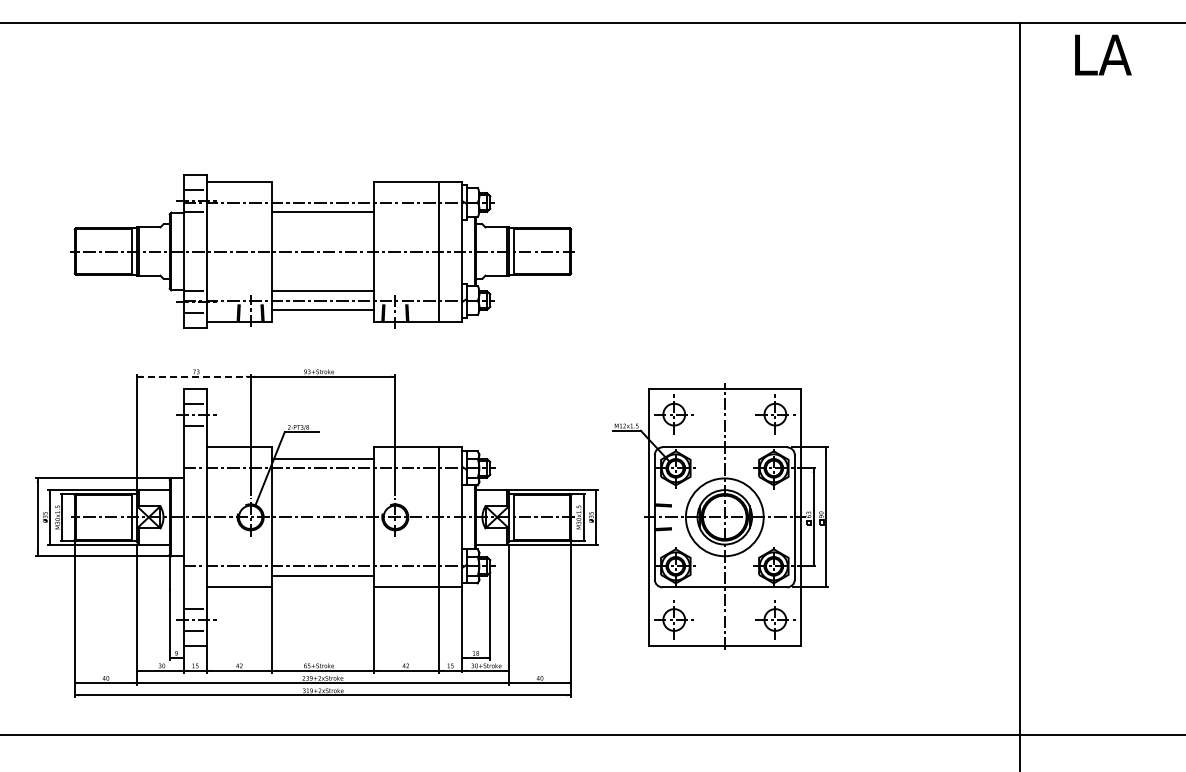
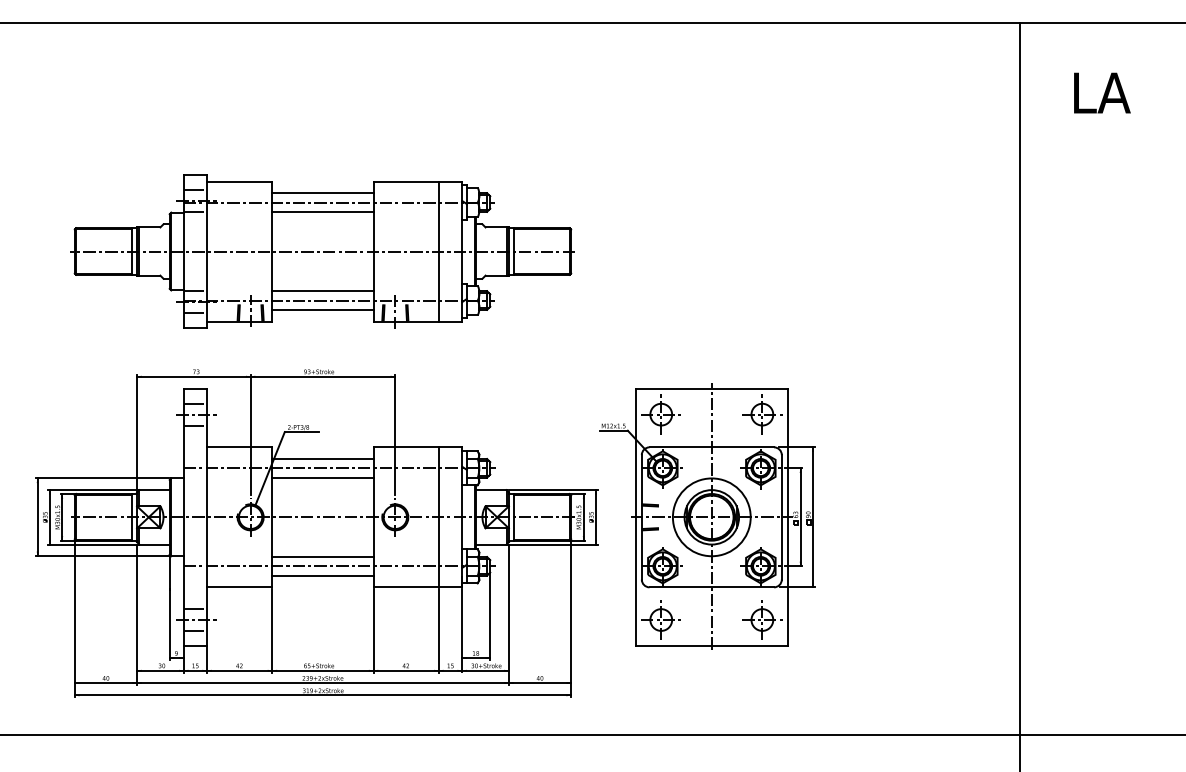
text at (1103, 54) position: (1103, 54) -> (1102, 92)
line at (322, 193): none -> present
line at (193, 376): dashed -> solid
line at (322, 477): none -> present
part at (720, 516) position: (720, 516) -> (707, 516)
line at (322, 557): none -> present
